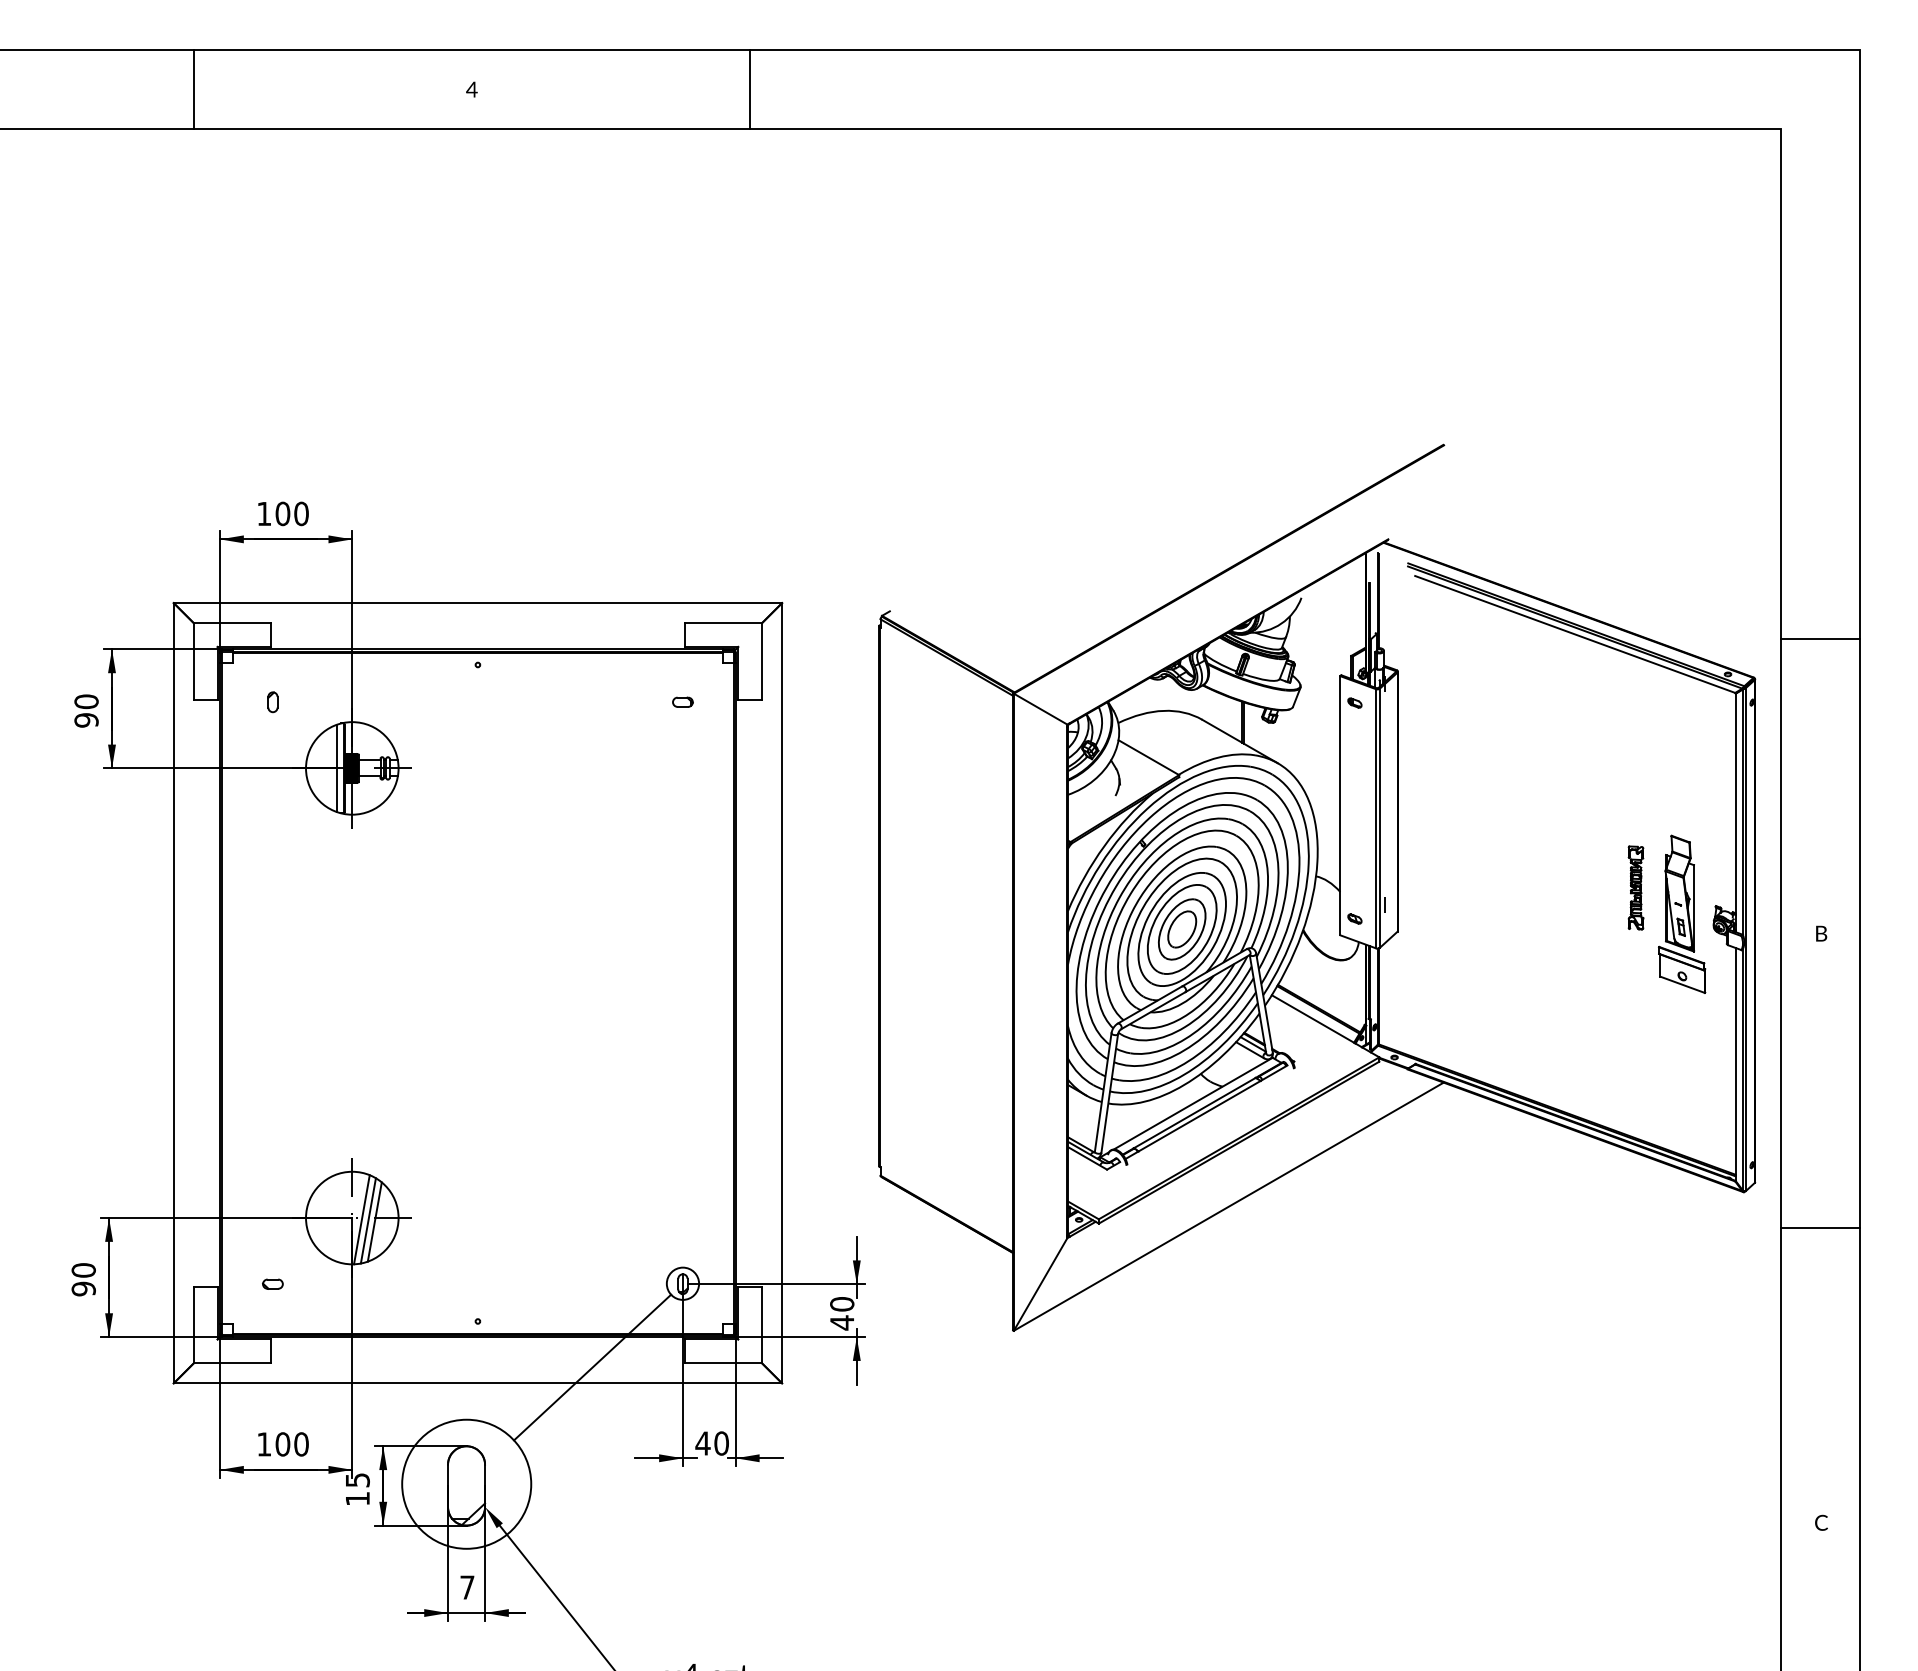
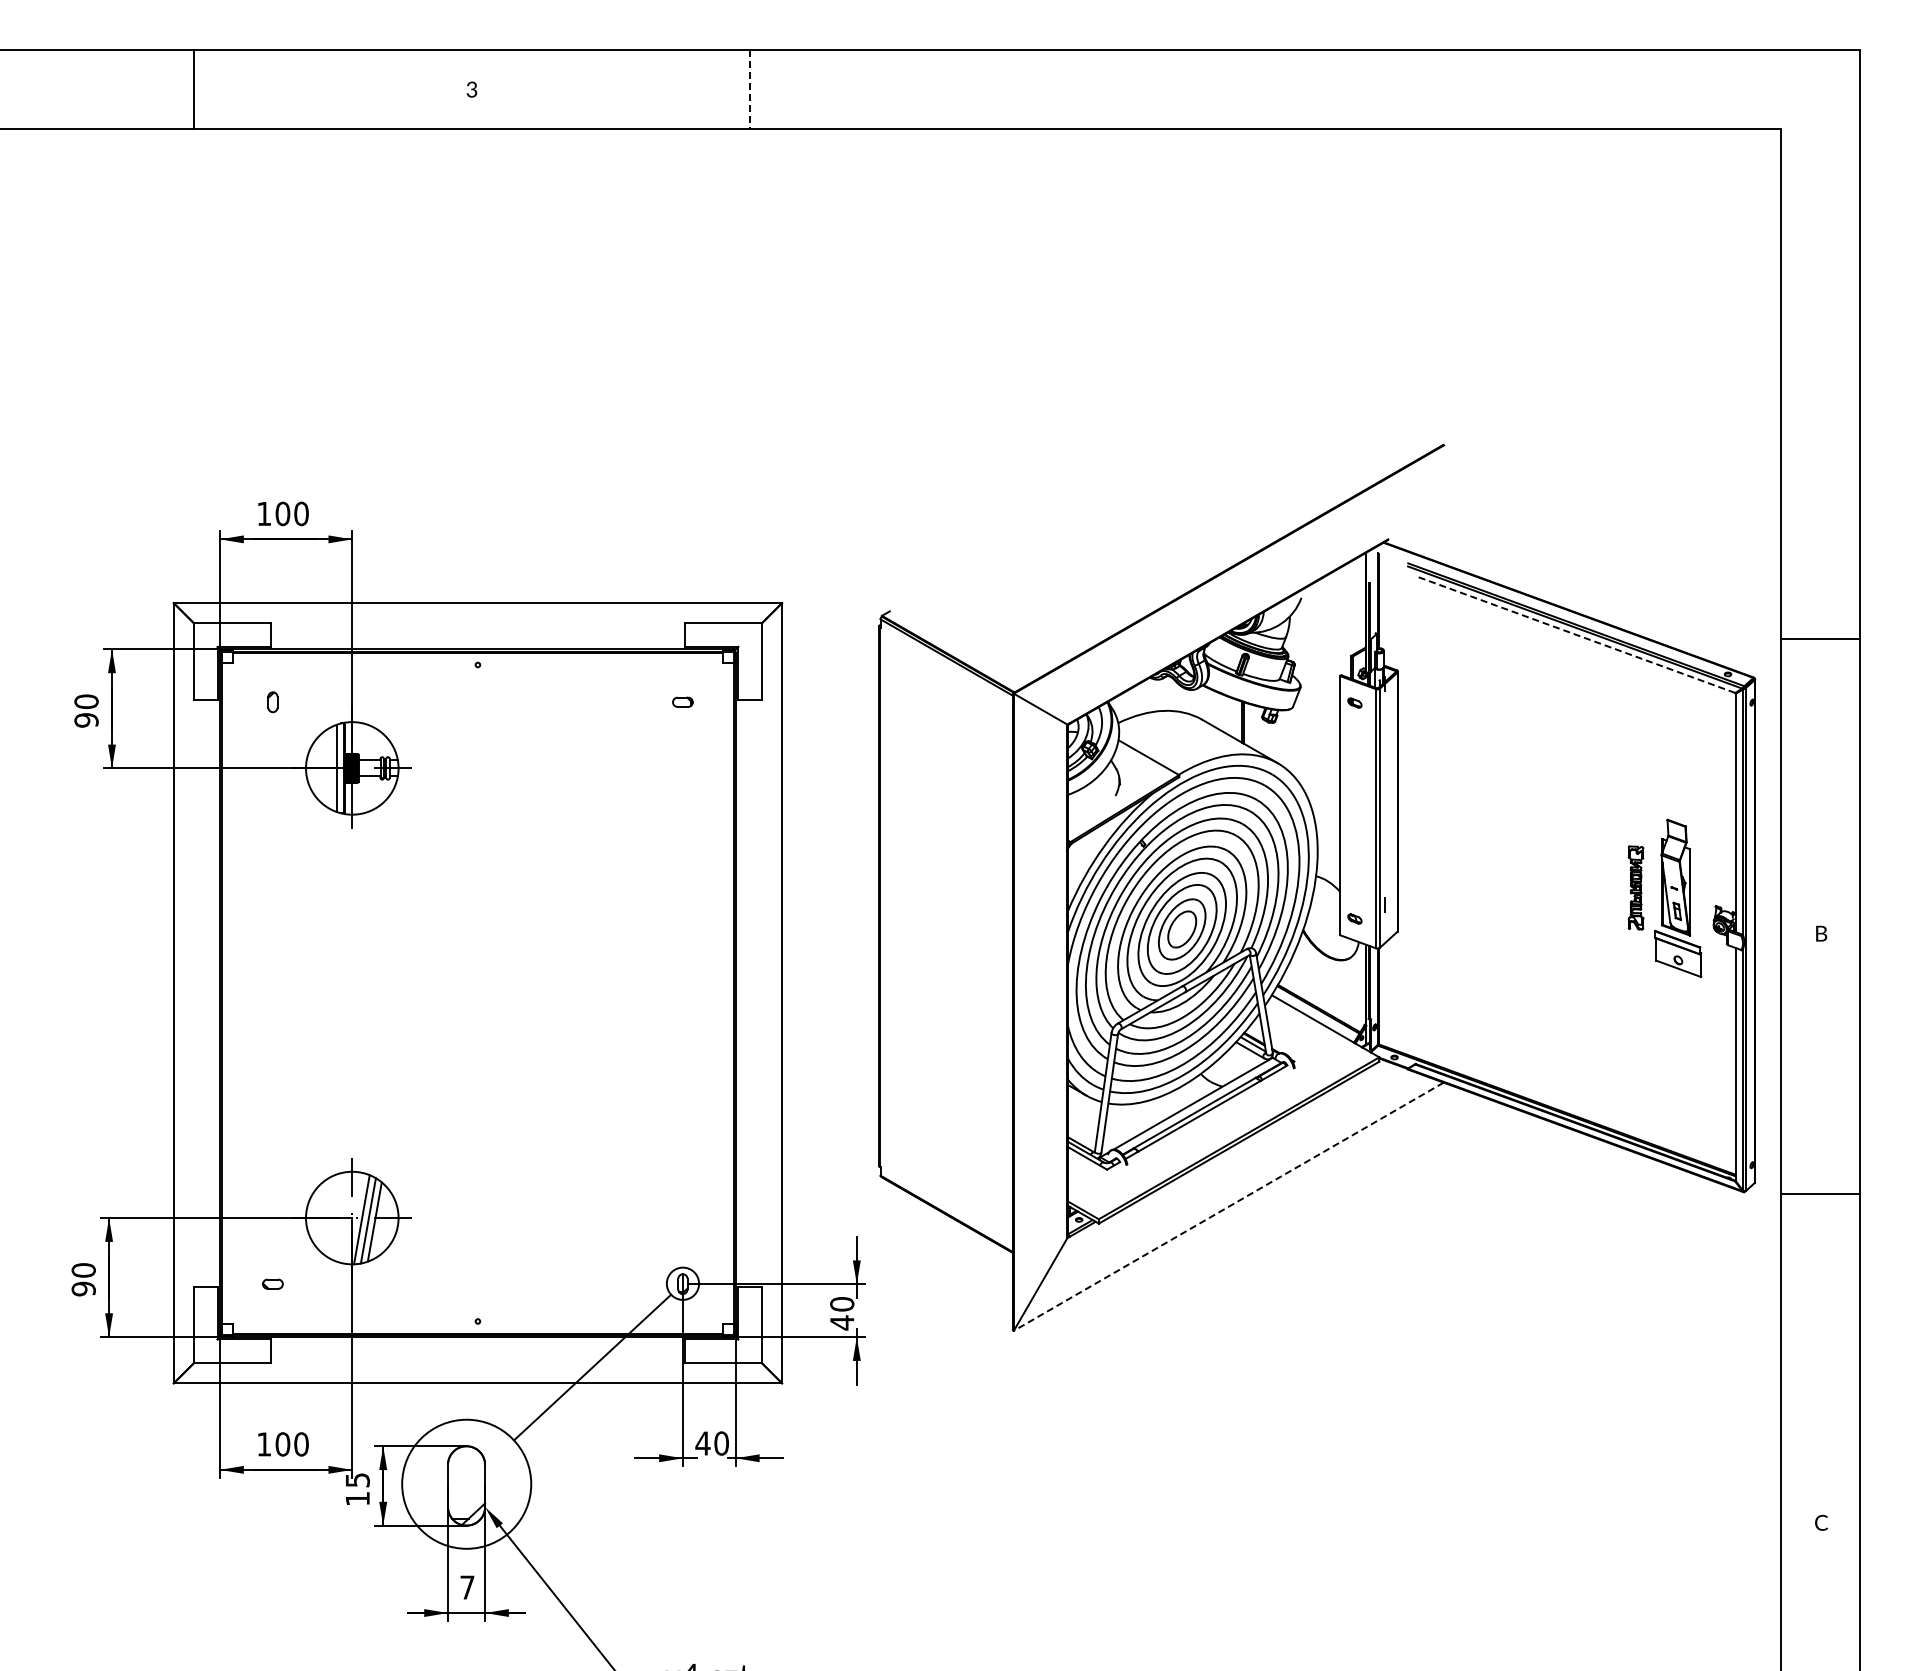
text at (471, 89): 4 -> 3
line at (749, 89): solid -> dashed
line at (1574, 634): solid -> dashed
part at (1682, 913) position: (1682, 913) -> (1678, 897)
line at (1228, 1206): solid -> dashed
line at (1820, 1228) position: (1820, 1228) -> (1820, 1194)
